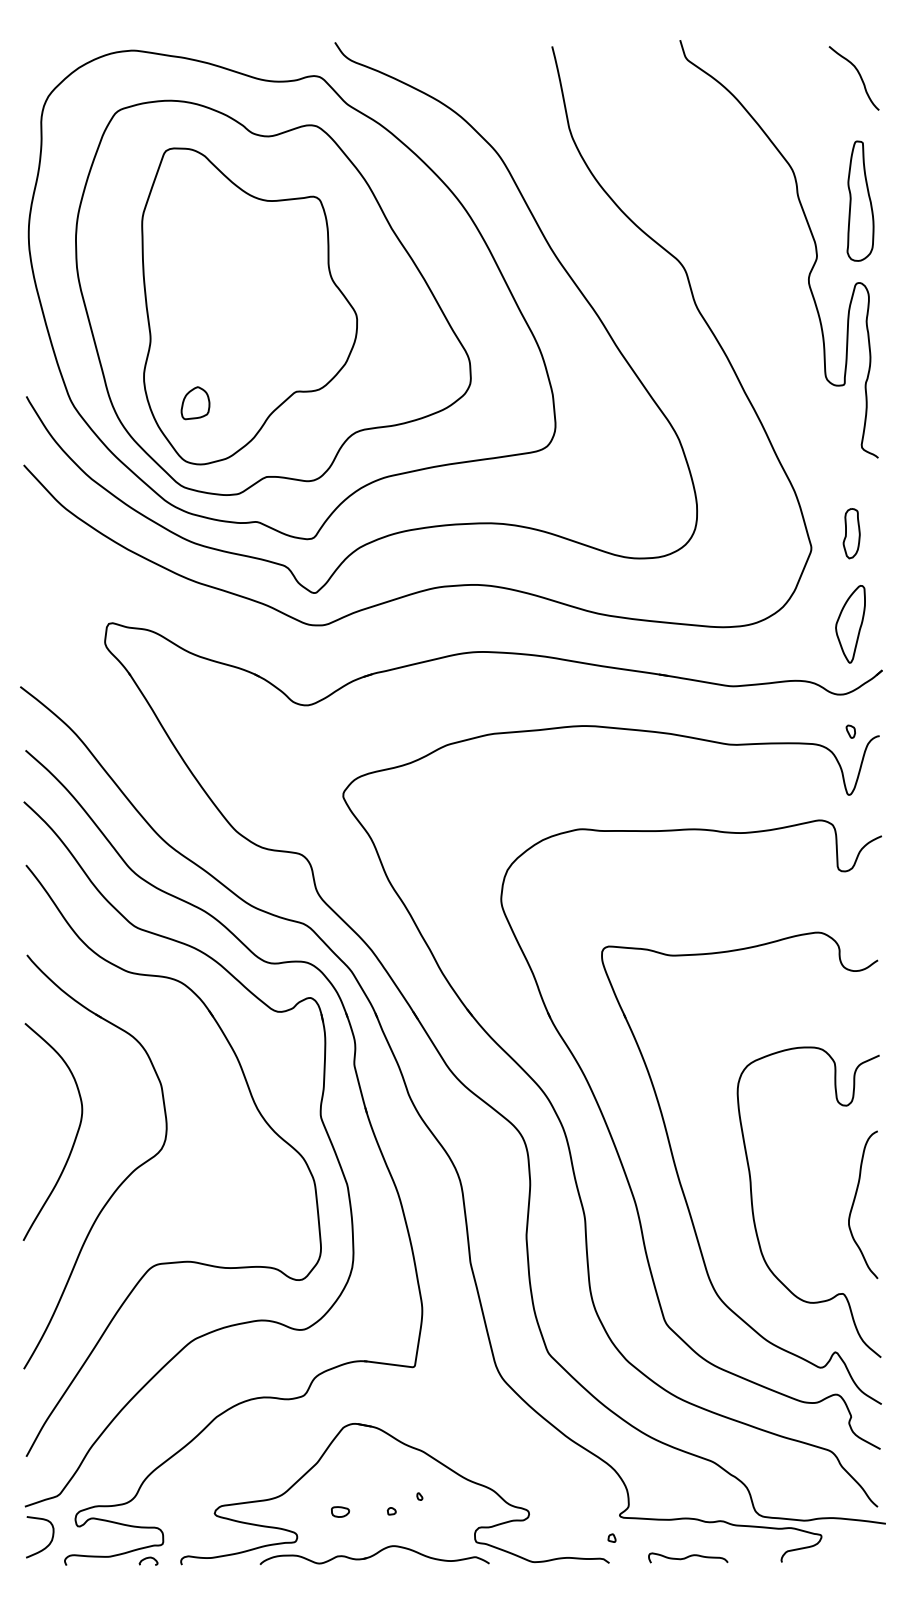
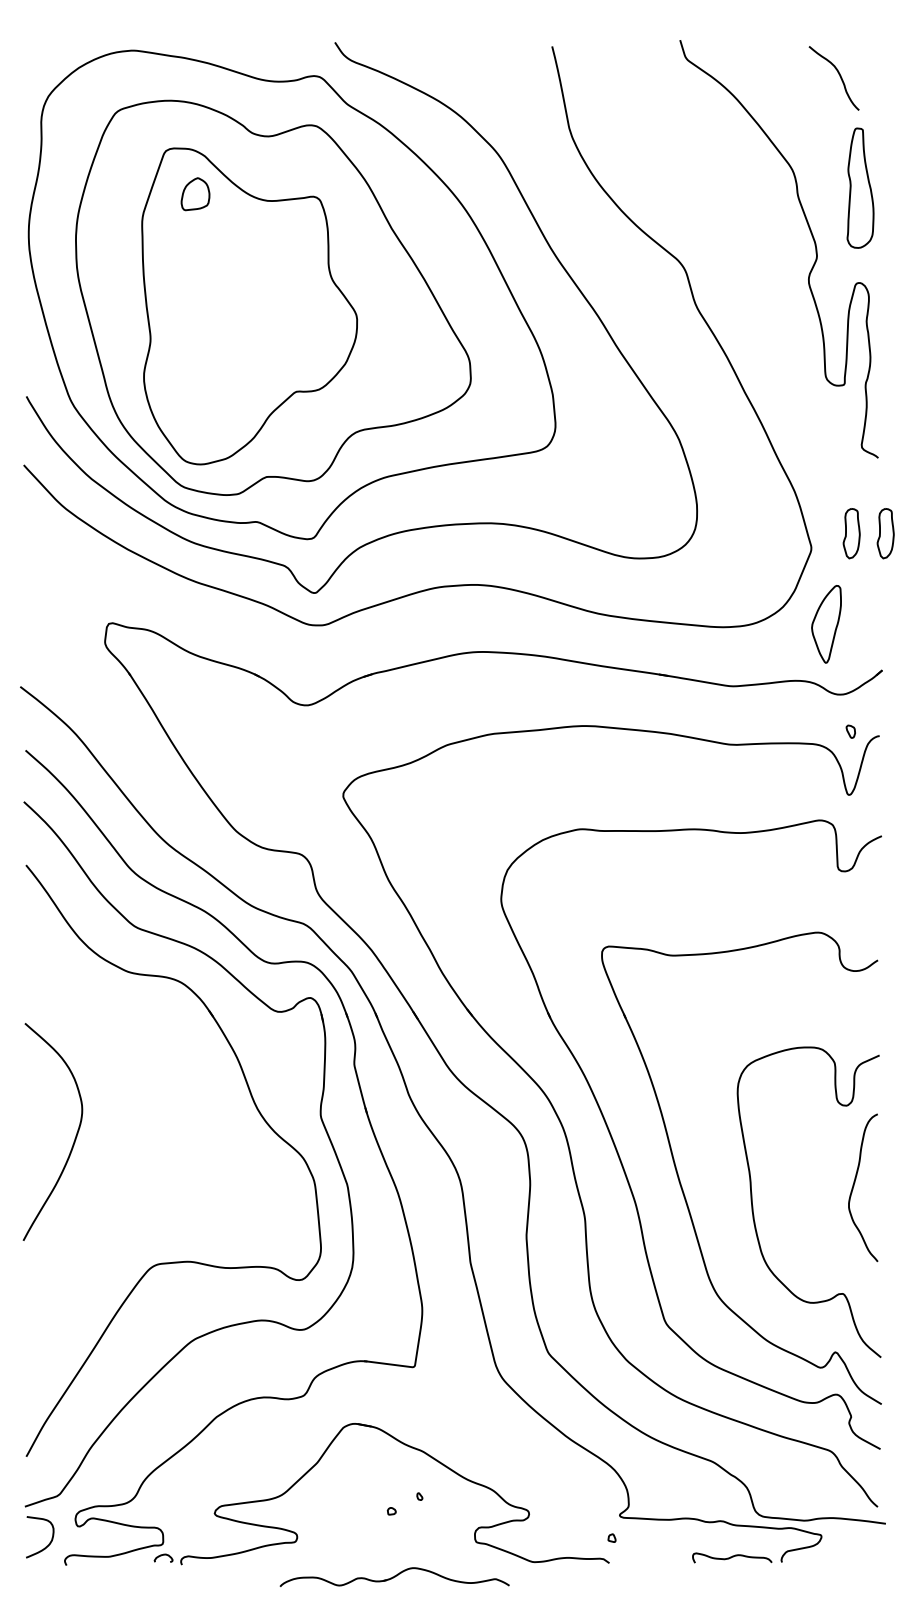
curve at (859, 76) position: (859, 76) -> (839, 76)
part at (860, 200) position: (860, 200) -> (860, 187)
part at (195, 403) position: (195, 403) -> (195, 194)
part at (885, 533): none -> present
part at (850, 624) position: (850, 624) -> (826, 624)
part at (119, 1184): present -> none
curve at (854, 1203) position: (854, 1203) -> (854, 1186)
part at (340, 1511): present -> none
part at (374, 1554) position: (374, 1554) -> (394, 1576)
curve at (688, 1557) position: (688, 1557) -> (732, 1557)
curve at (148, 1558) position: (148, 1558) -> (163, 1555)
